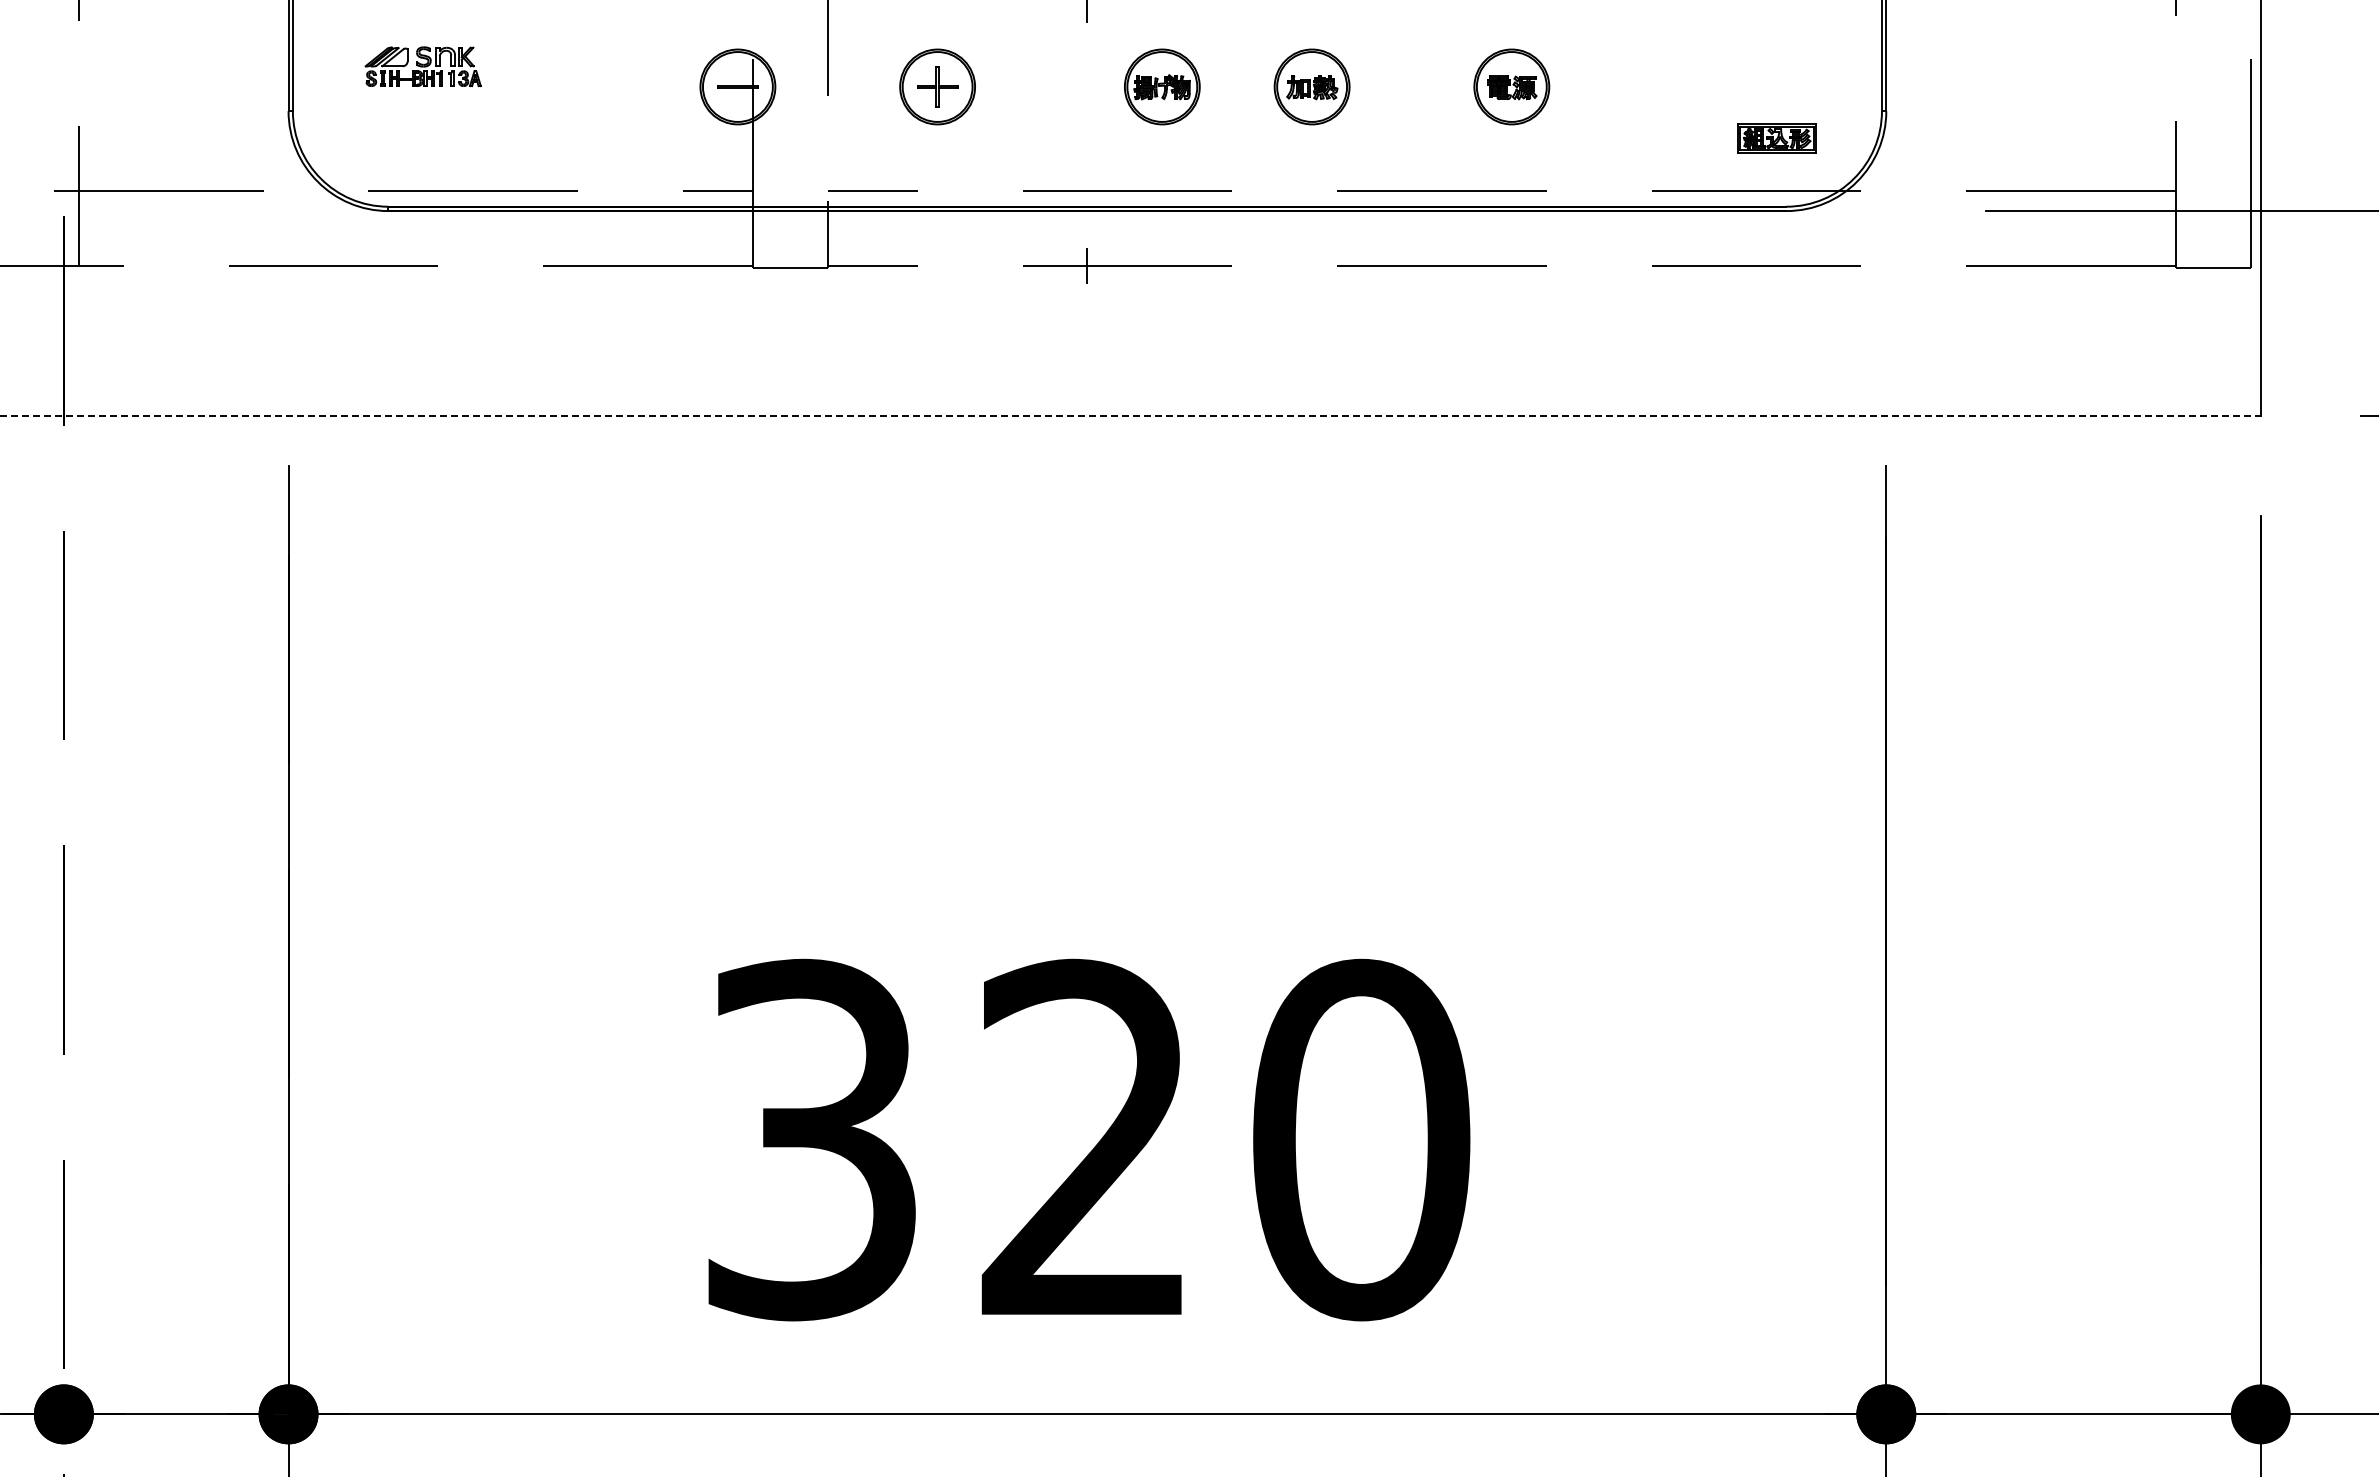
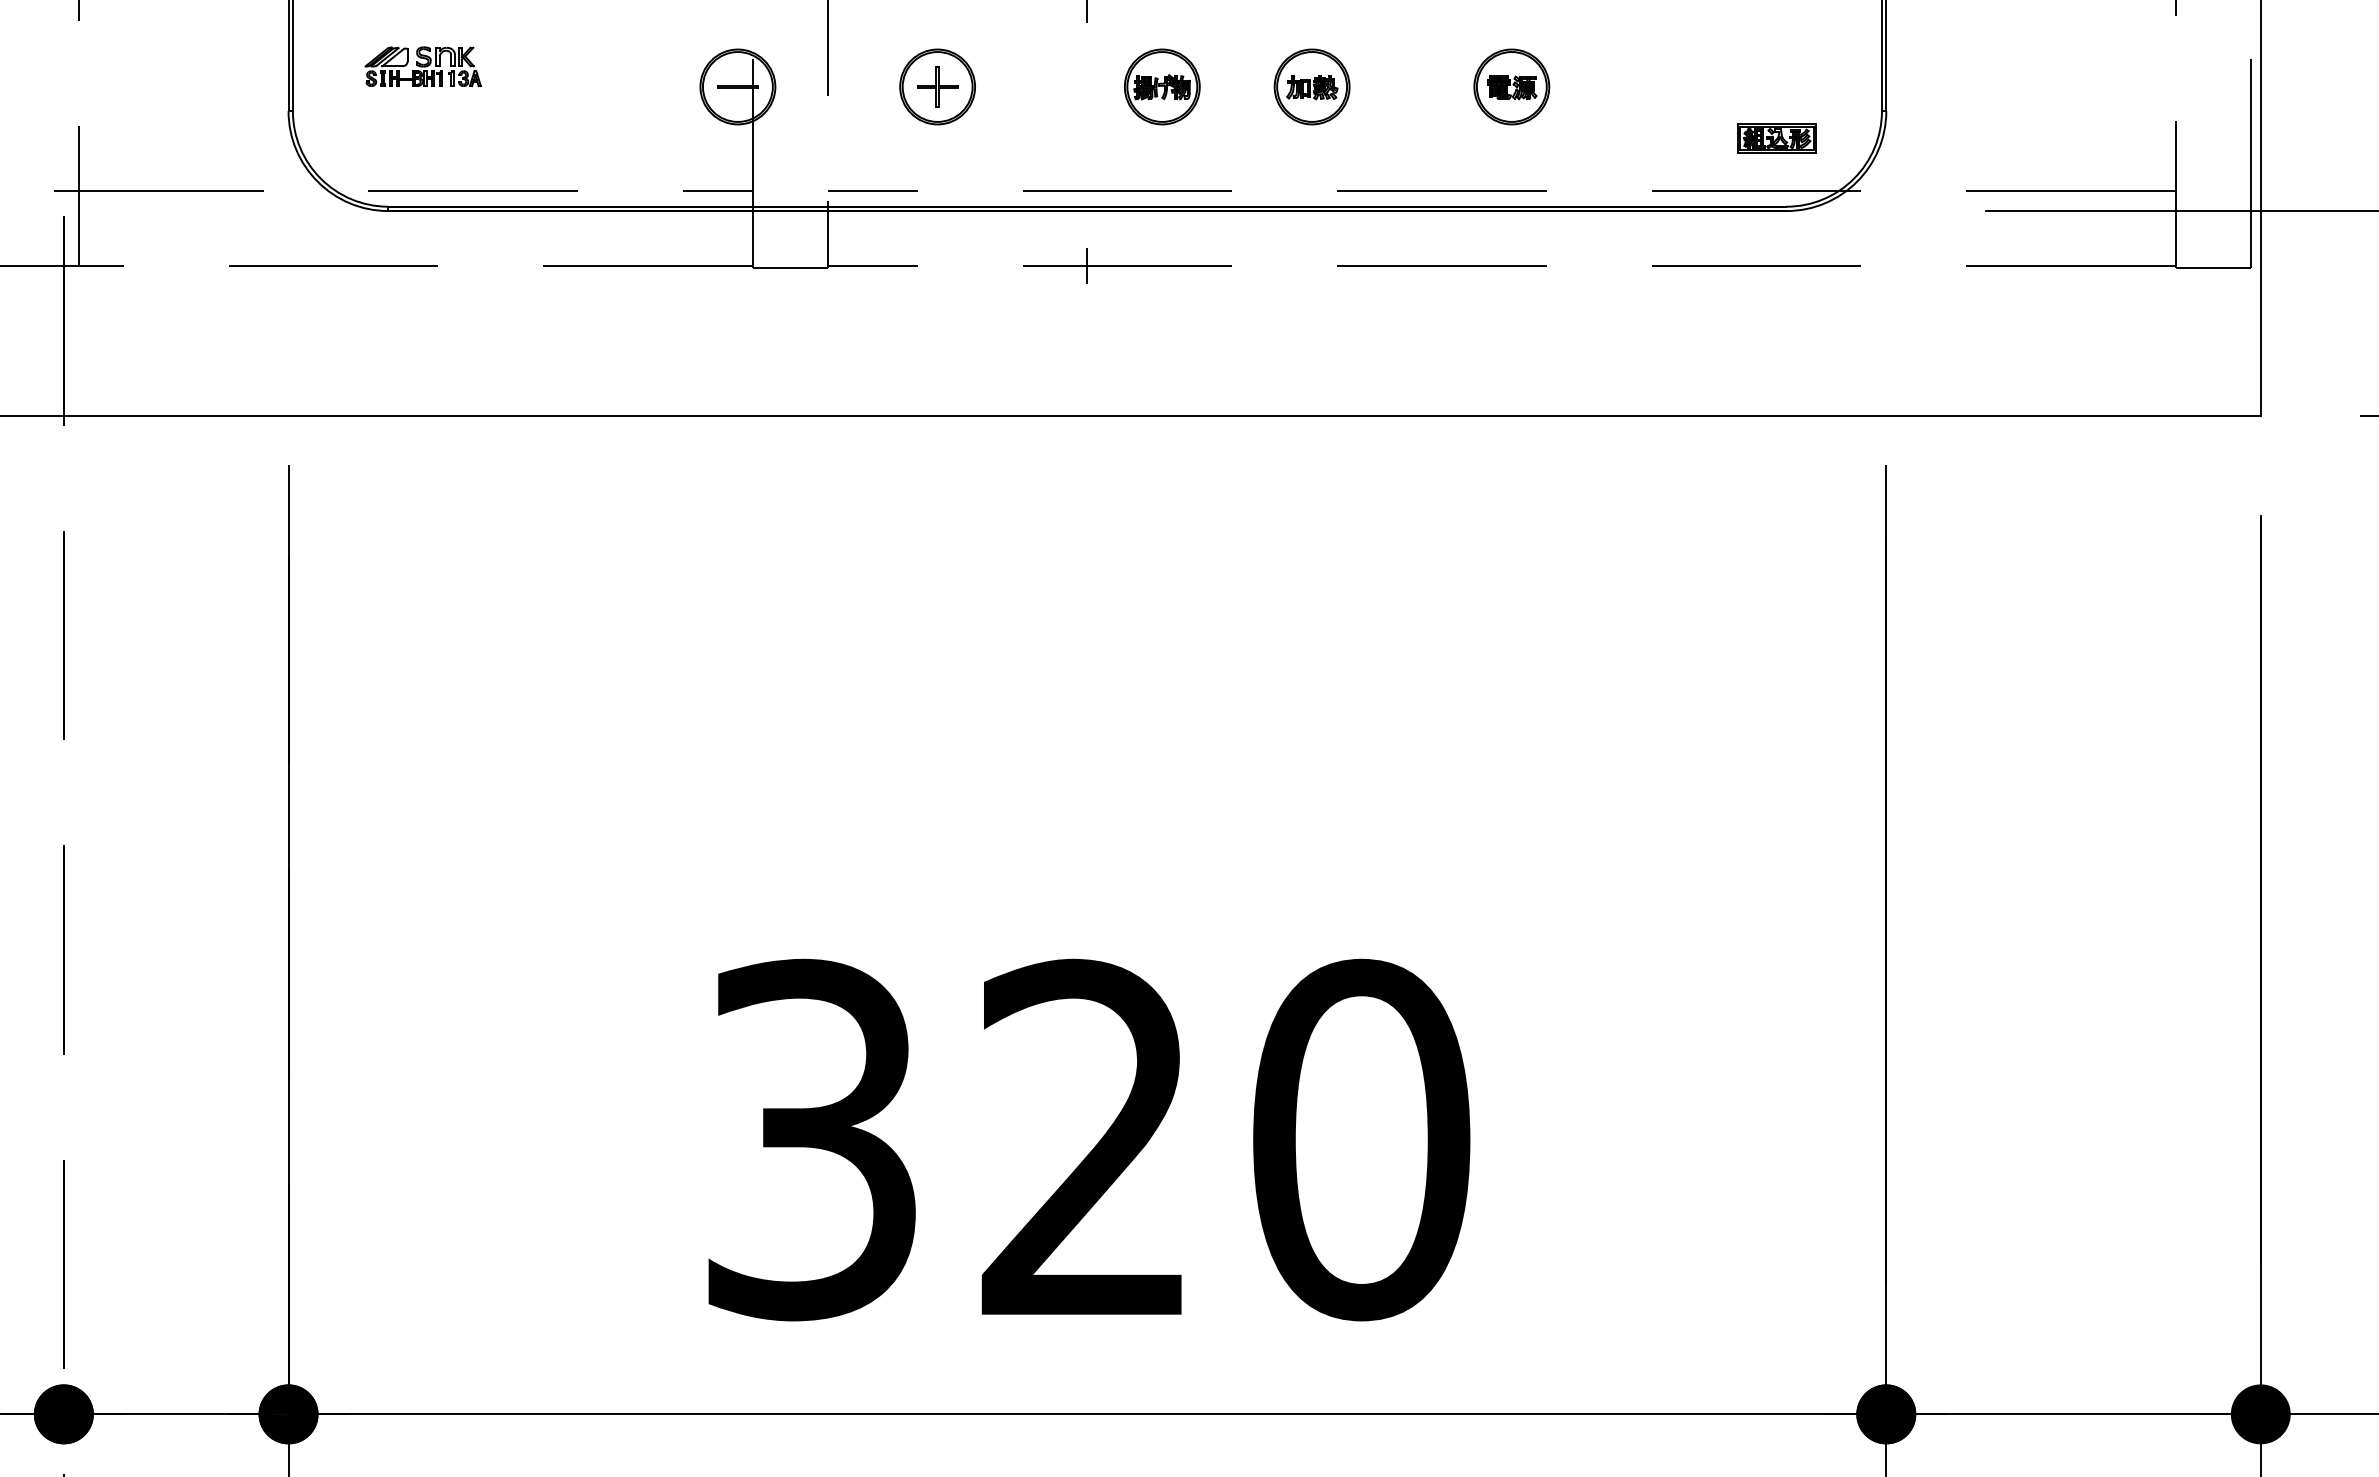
line at (1130, 415): dashed -> solid
